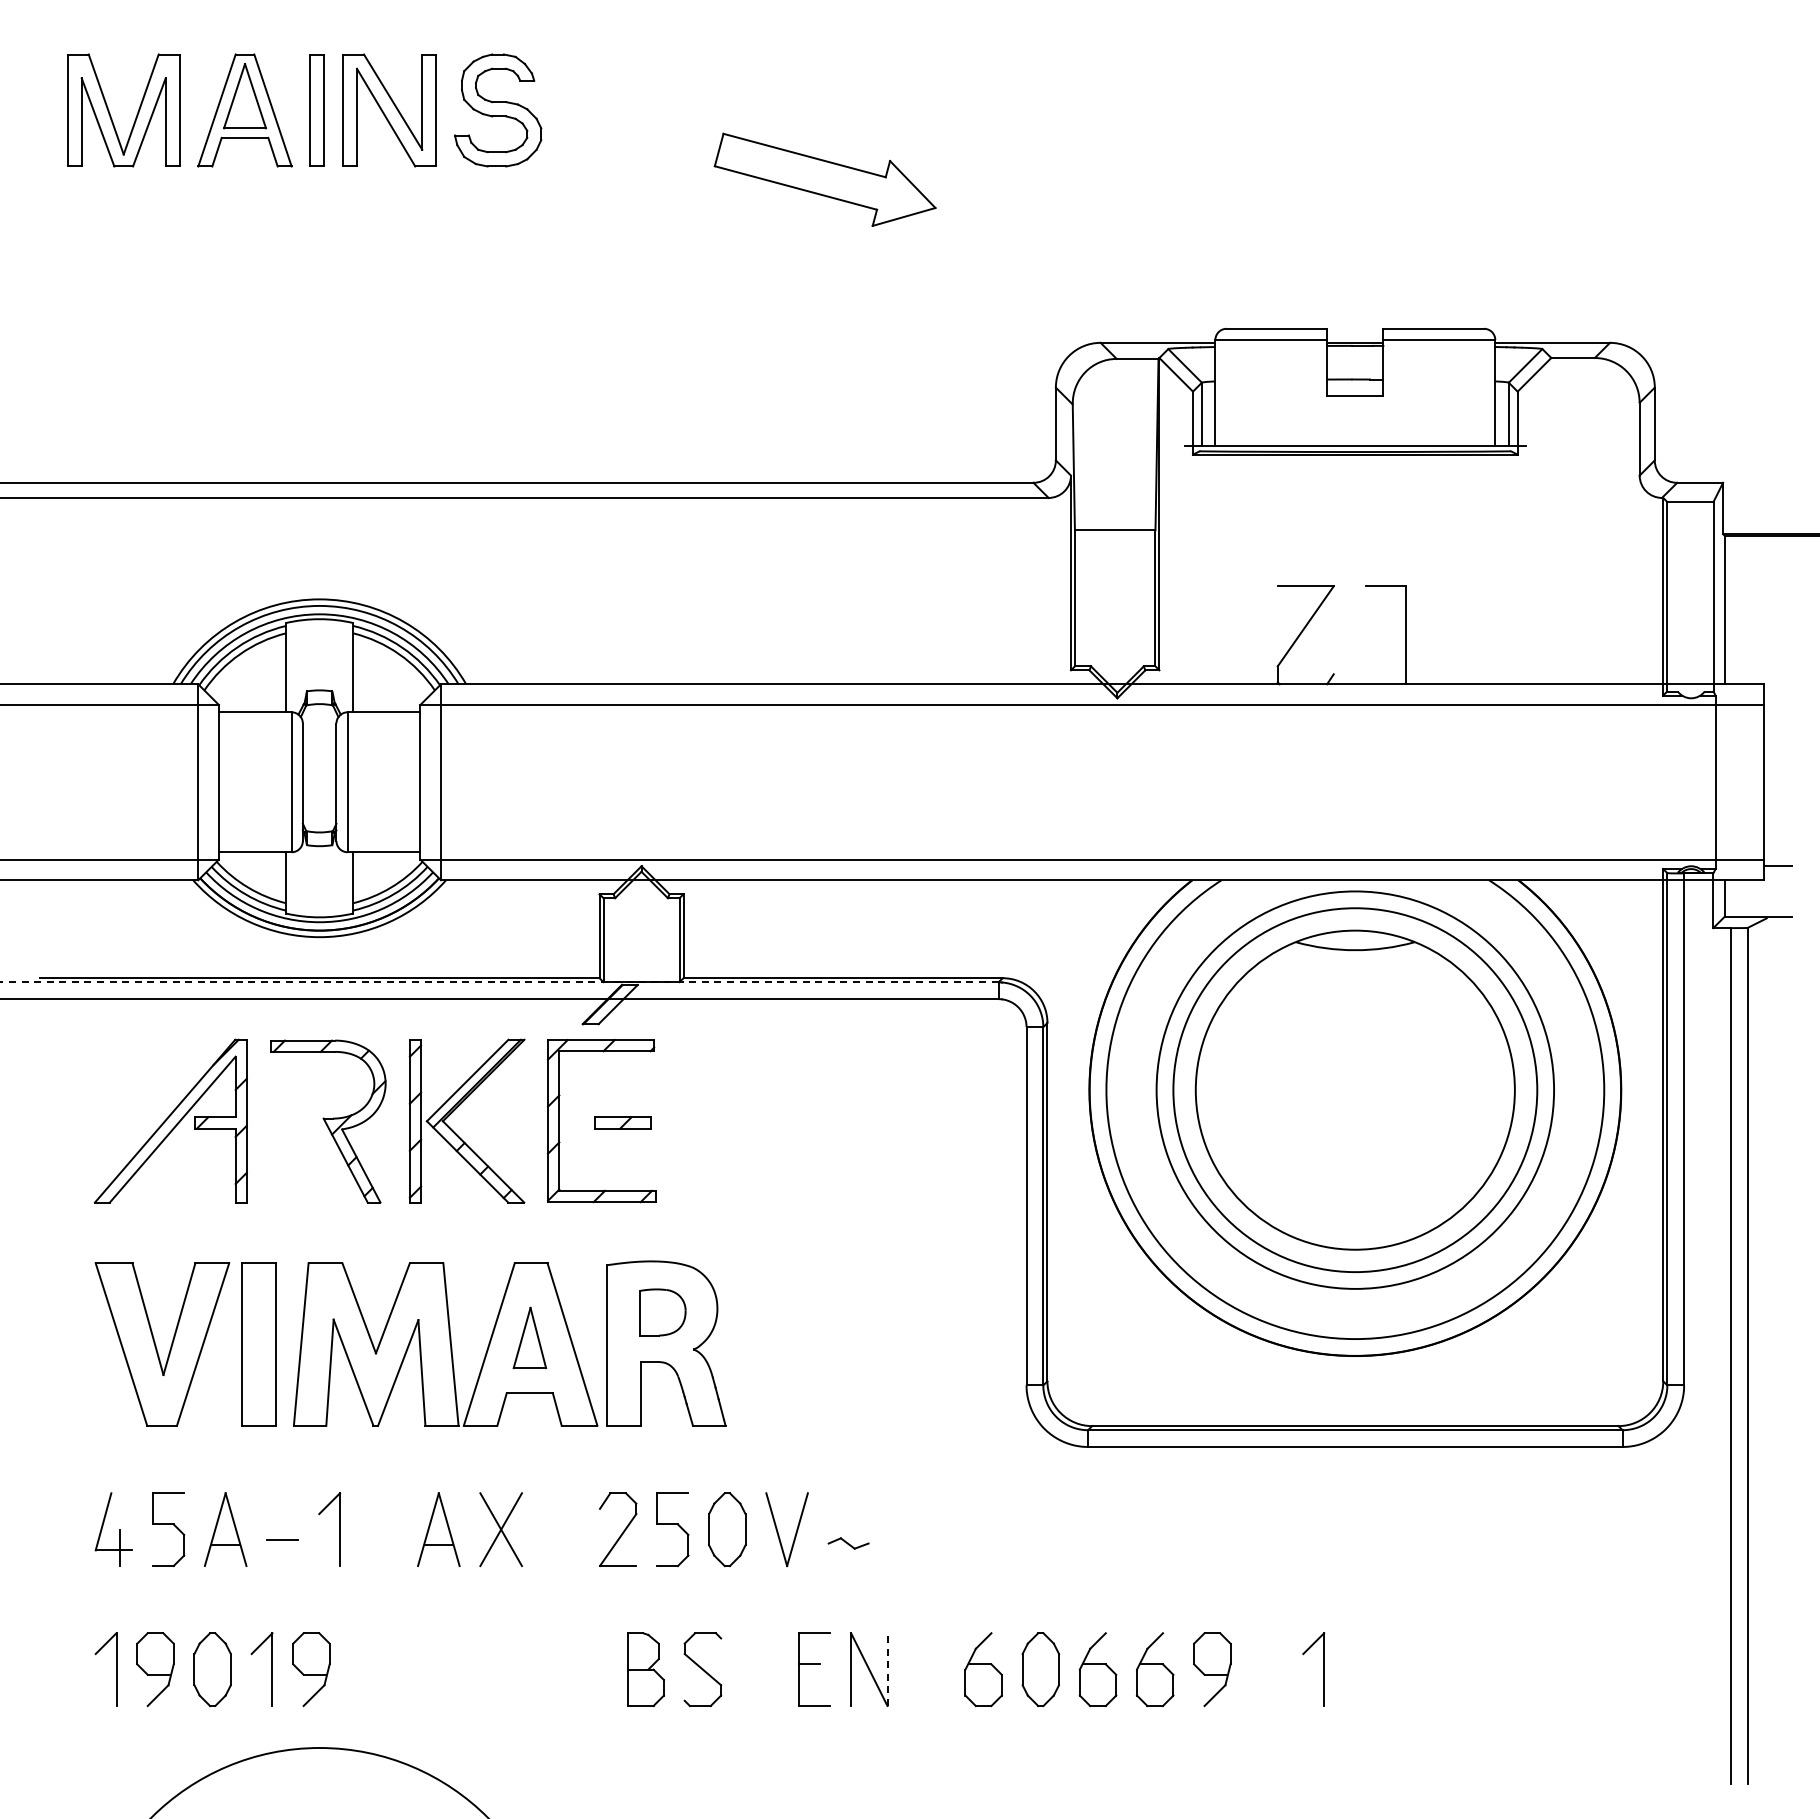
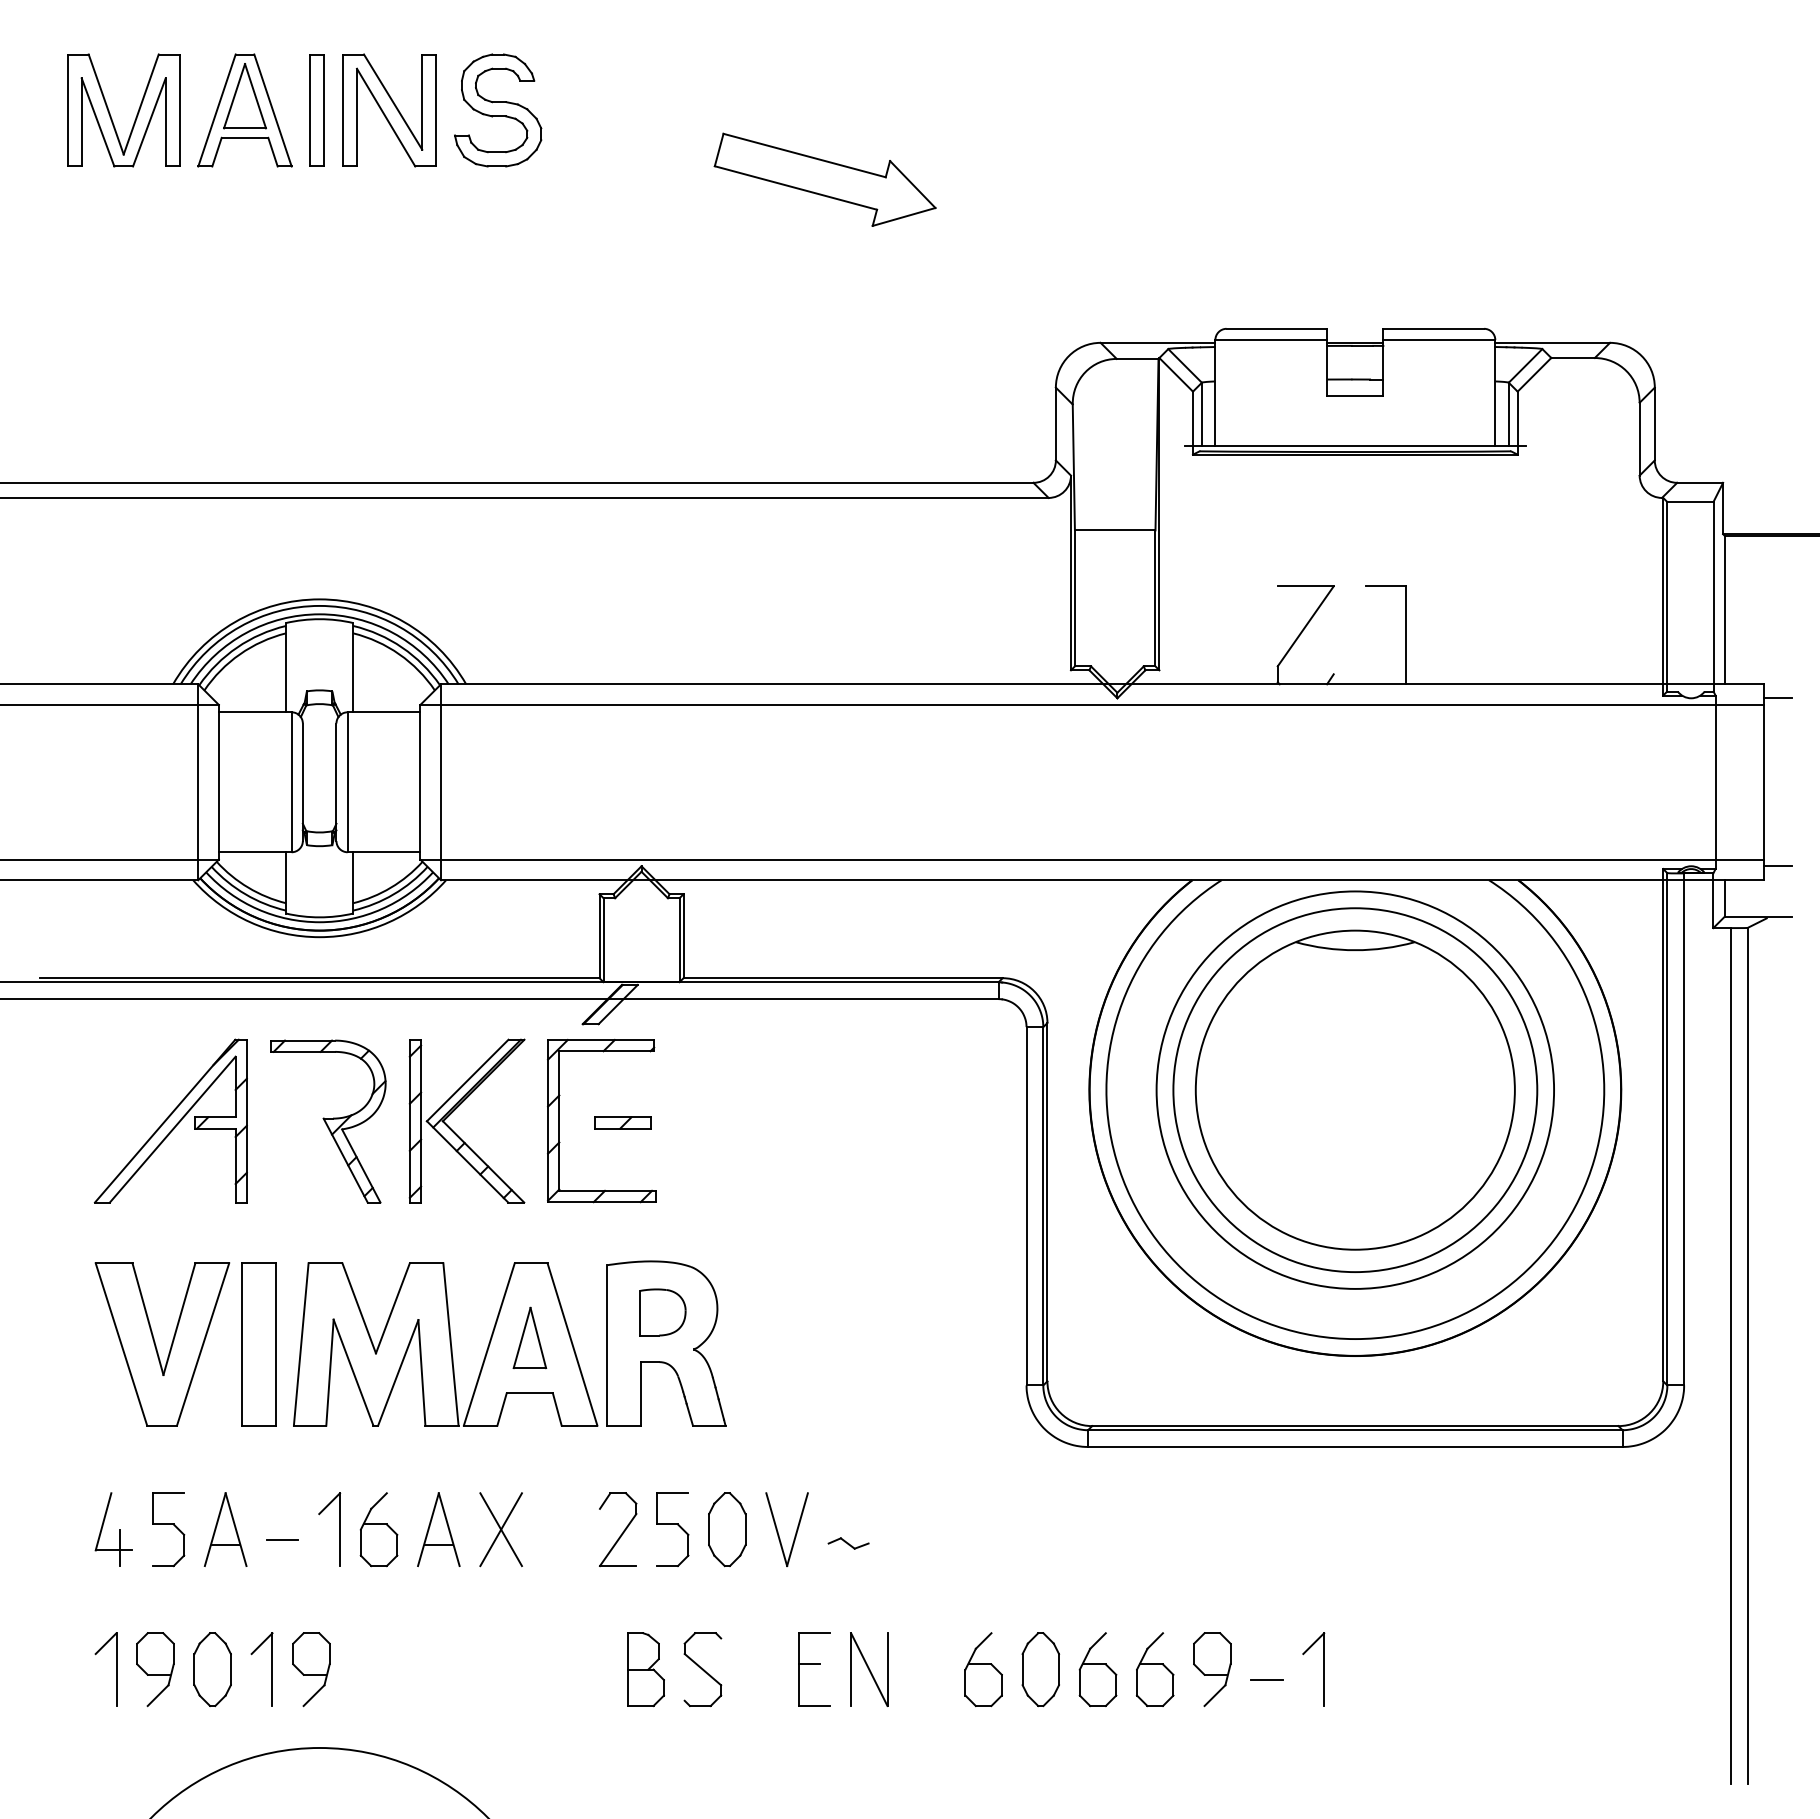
line at (1778, 698): none -> present
line at (498, 982): dashed -> solid
part at (378, 1529): none -> present
line at (887, 1669): dashed -> solid
line at (1266, 1680): none -> present
